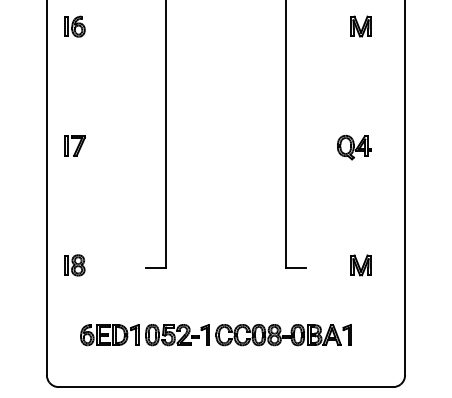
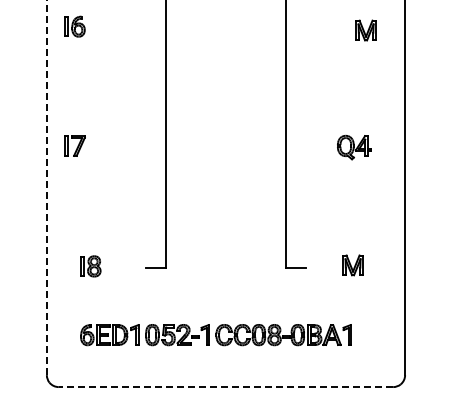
part at (360, 26) position: (360, 26) -> (365, 30)
line at (46, 187): solid -> dashed
part at (74, 265) position: (74, 265) -> (90, 266)
part at (360, 265) position: (360, 265) -> (352, 265)
line at (225, 387): solid -> dashed
